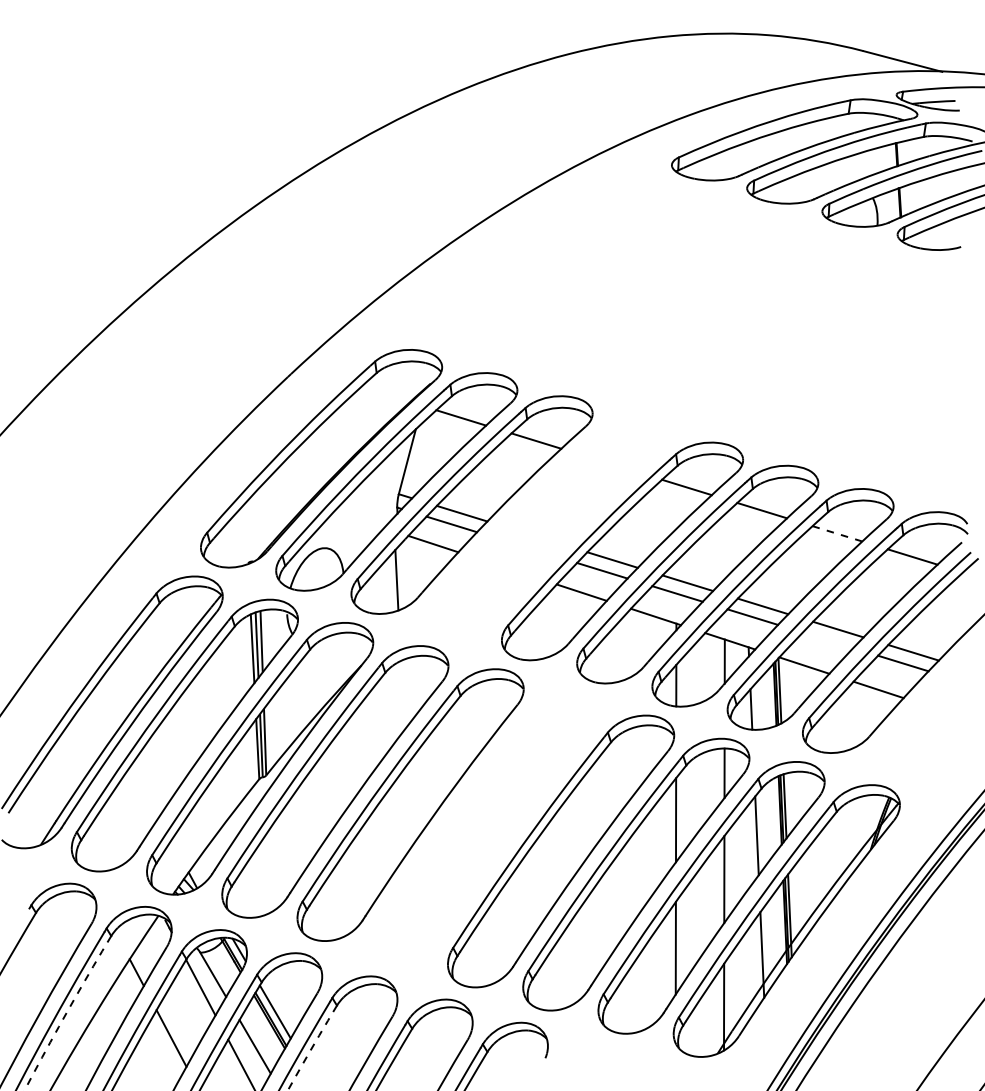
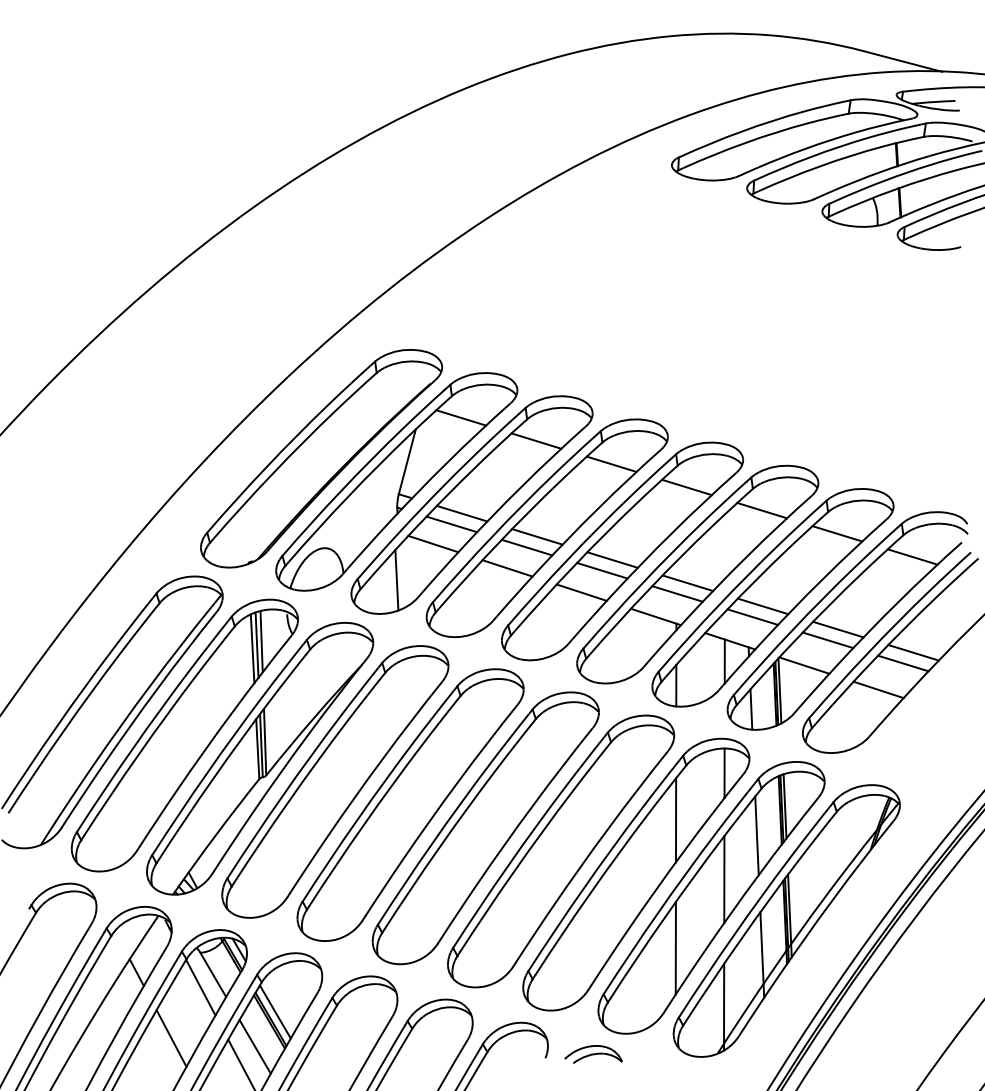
part at (546, 528): none -> present
line at (837, 533): dashed -> solid
line at (827, 640): none -> present
part at (485, 828): none -> present
arc at (66, 1012): dashed -> solid
arc at (312, 1047): dashed -> solid
part at (593, 1054): none -> present
